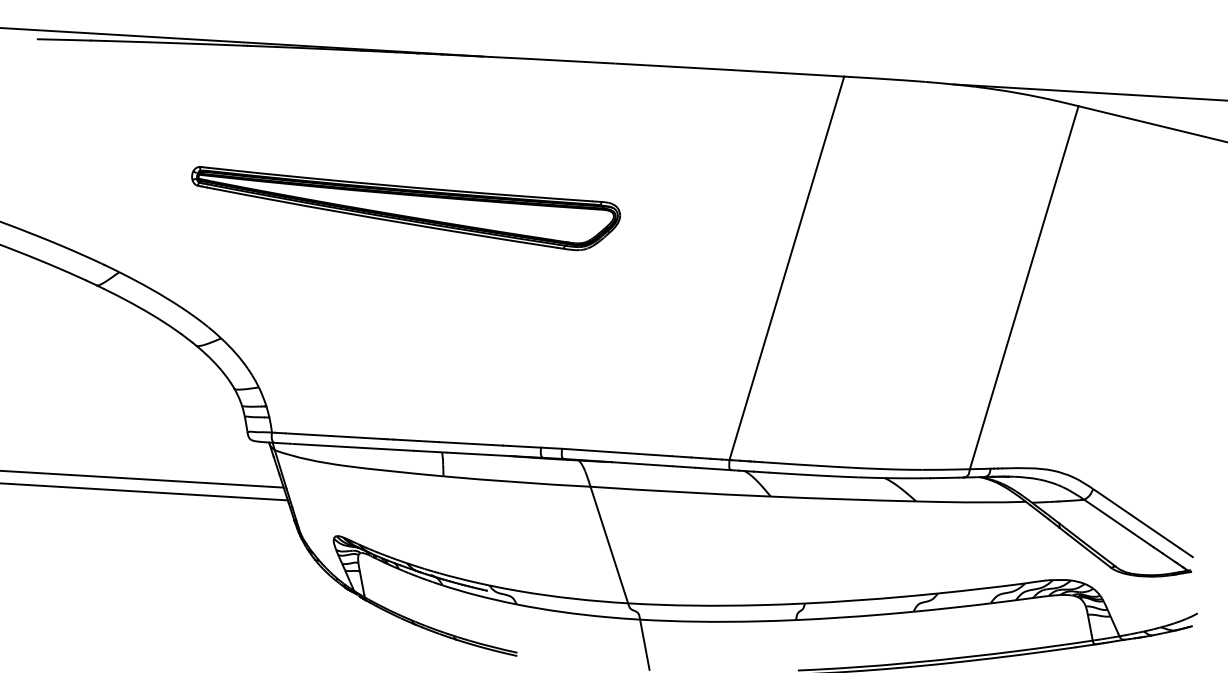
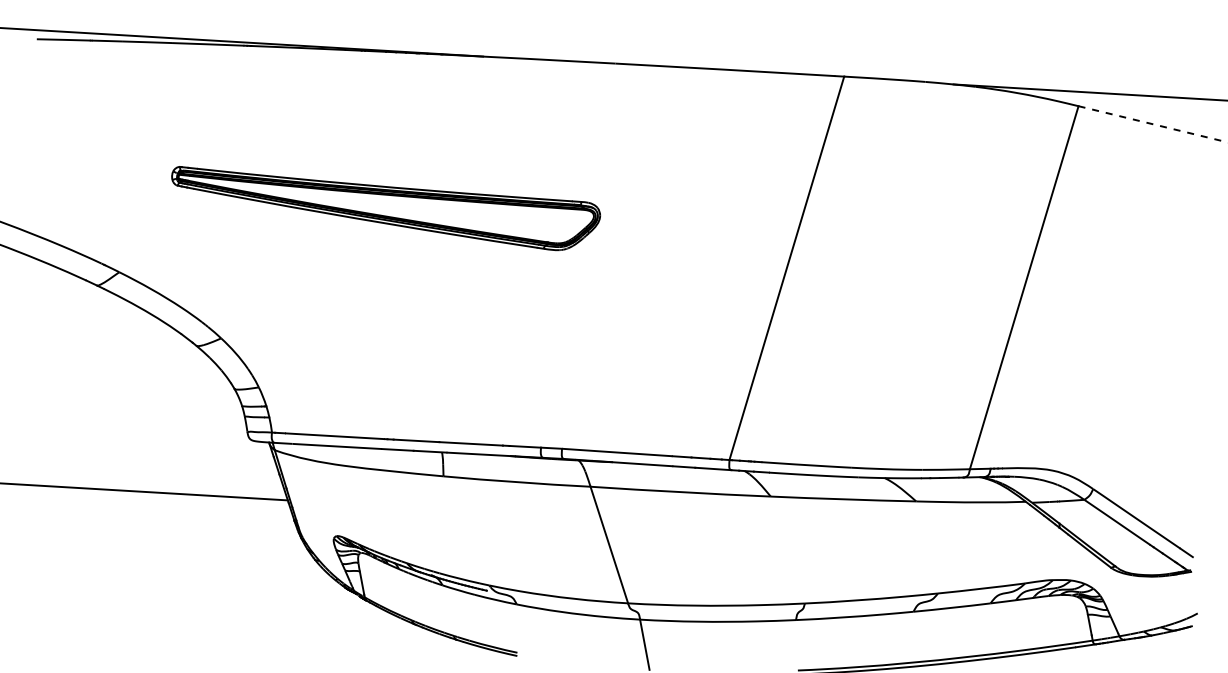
line at (1153, 124): solid -> dashed
part at (406, 208) position: (406, 208) -> (386, 208)
line at (142, 478): present -> none
